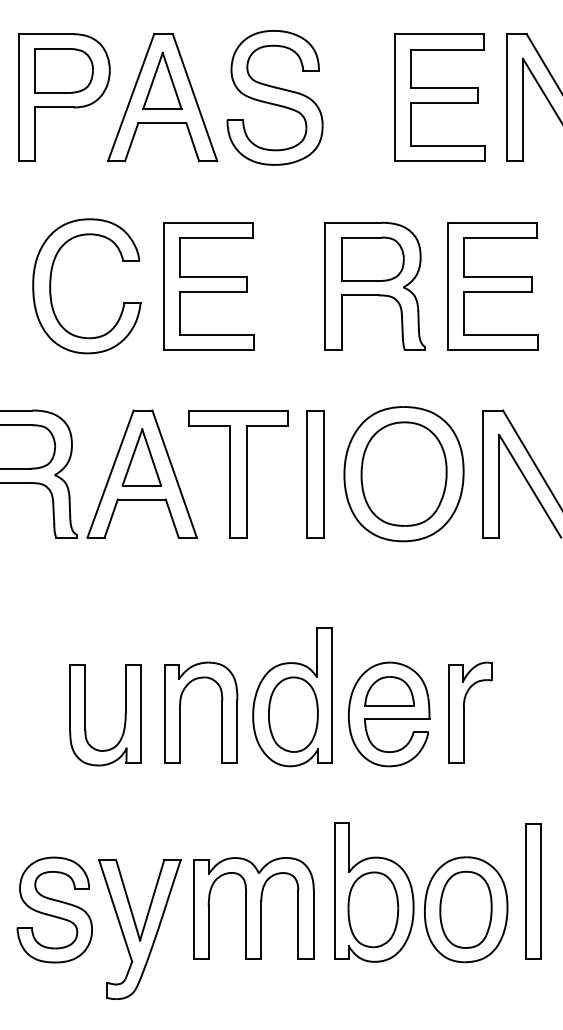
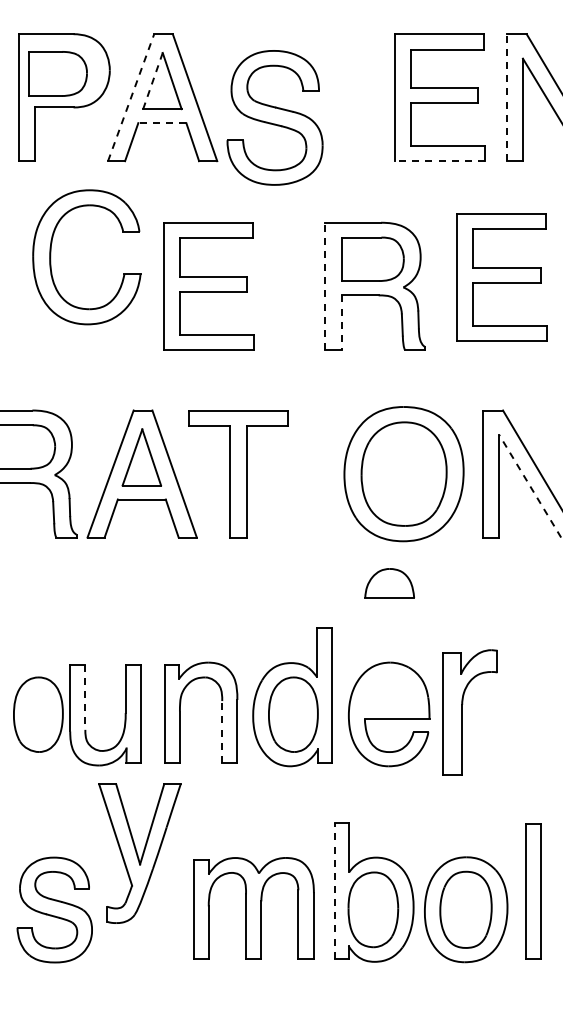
part at (63, 70) position: (63, 70) -> (57, 73)
line at (152, 81): solid -> dashed
line at (131, 97): solid -> dashed
part at (274, 97) position: (274, 97) -> (274, 117)
line at (507, 97): solid -> dashed
line at (161, 123): solid -> dashed
line at (439, 161): solid -> dashed
part at (51, 286) position: (51, 286) -> (51, 257)
line at (325, 286): solid -> dashed
part at (492, 286) position: (492, 286) -> (501, 277)
line at (342, 323): solid -> dashed
part at (315, 474): present -> none
line at (530, 486): solid -> dashed
part at (389, 691) position: (389, 691) -> (389, 583)
line at (85, 697): solid -> dashed
part at (470, 712) size: 45x103 px -> 56x127 px
part at (38, 714): none -> present
line at (222, 731): solid -> dashed
line at (334, 890): solid -> dashed
part at (139, 929) position: (139, 929) -> (139, 853)
